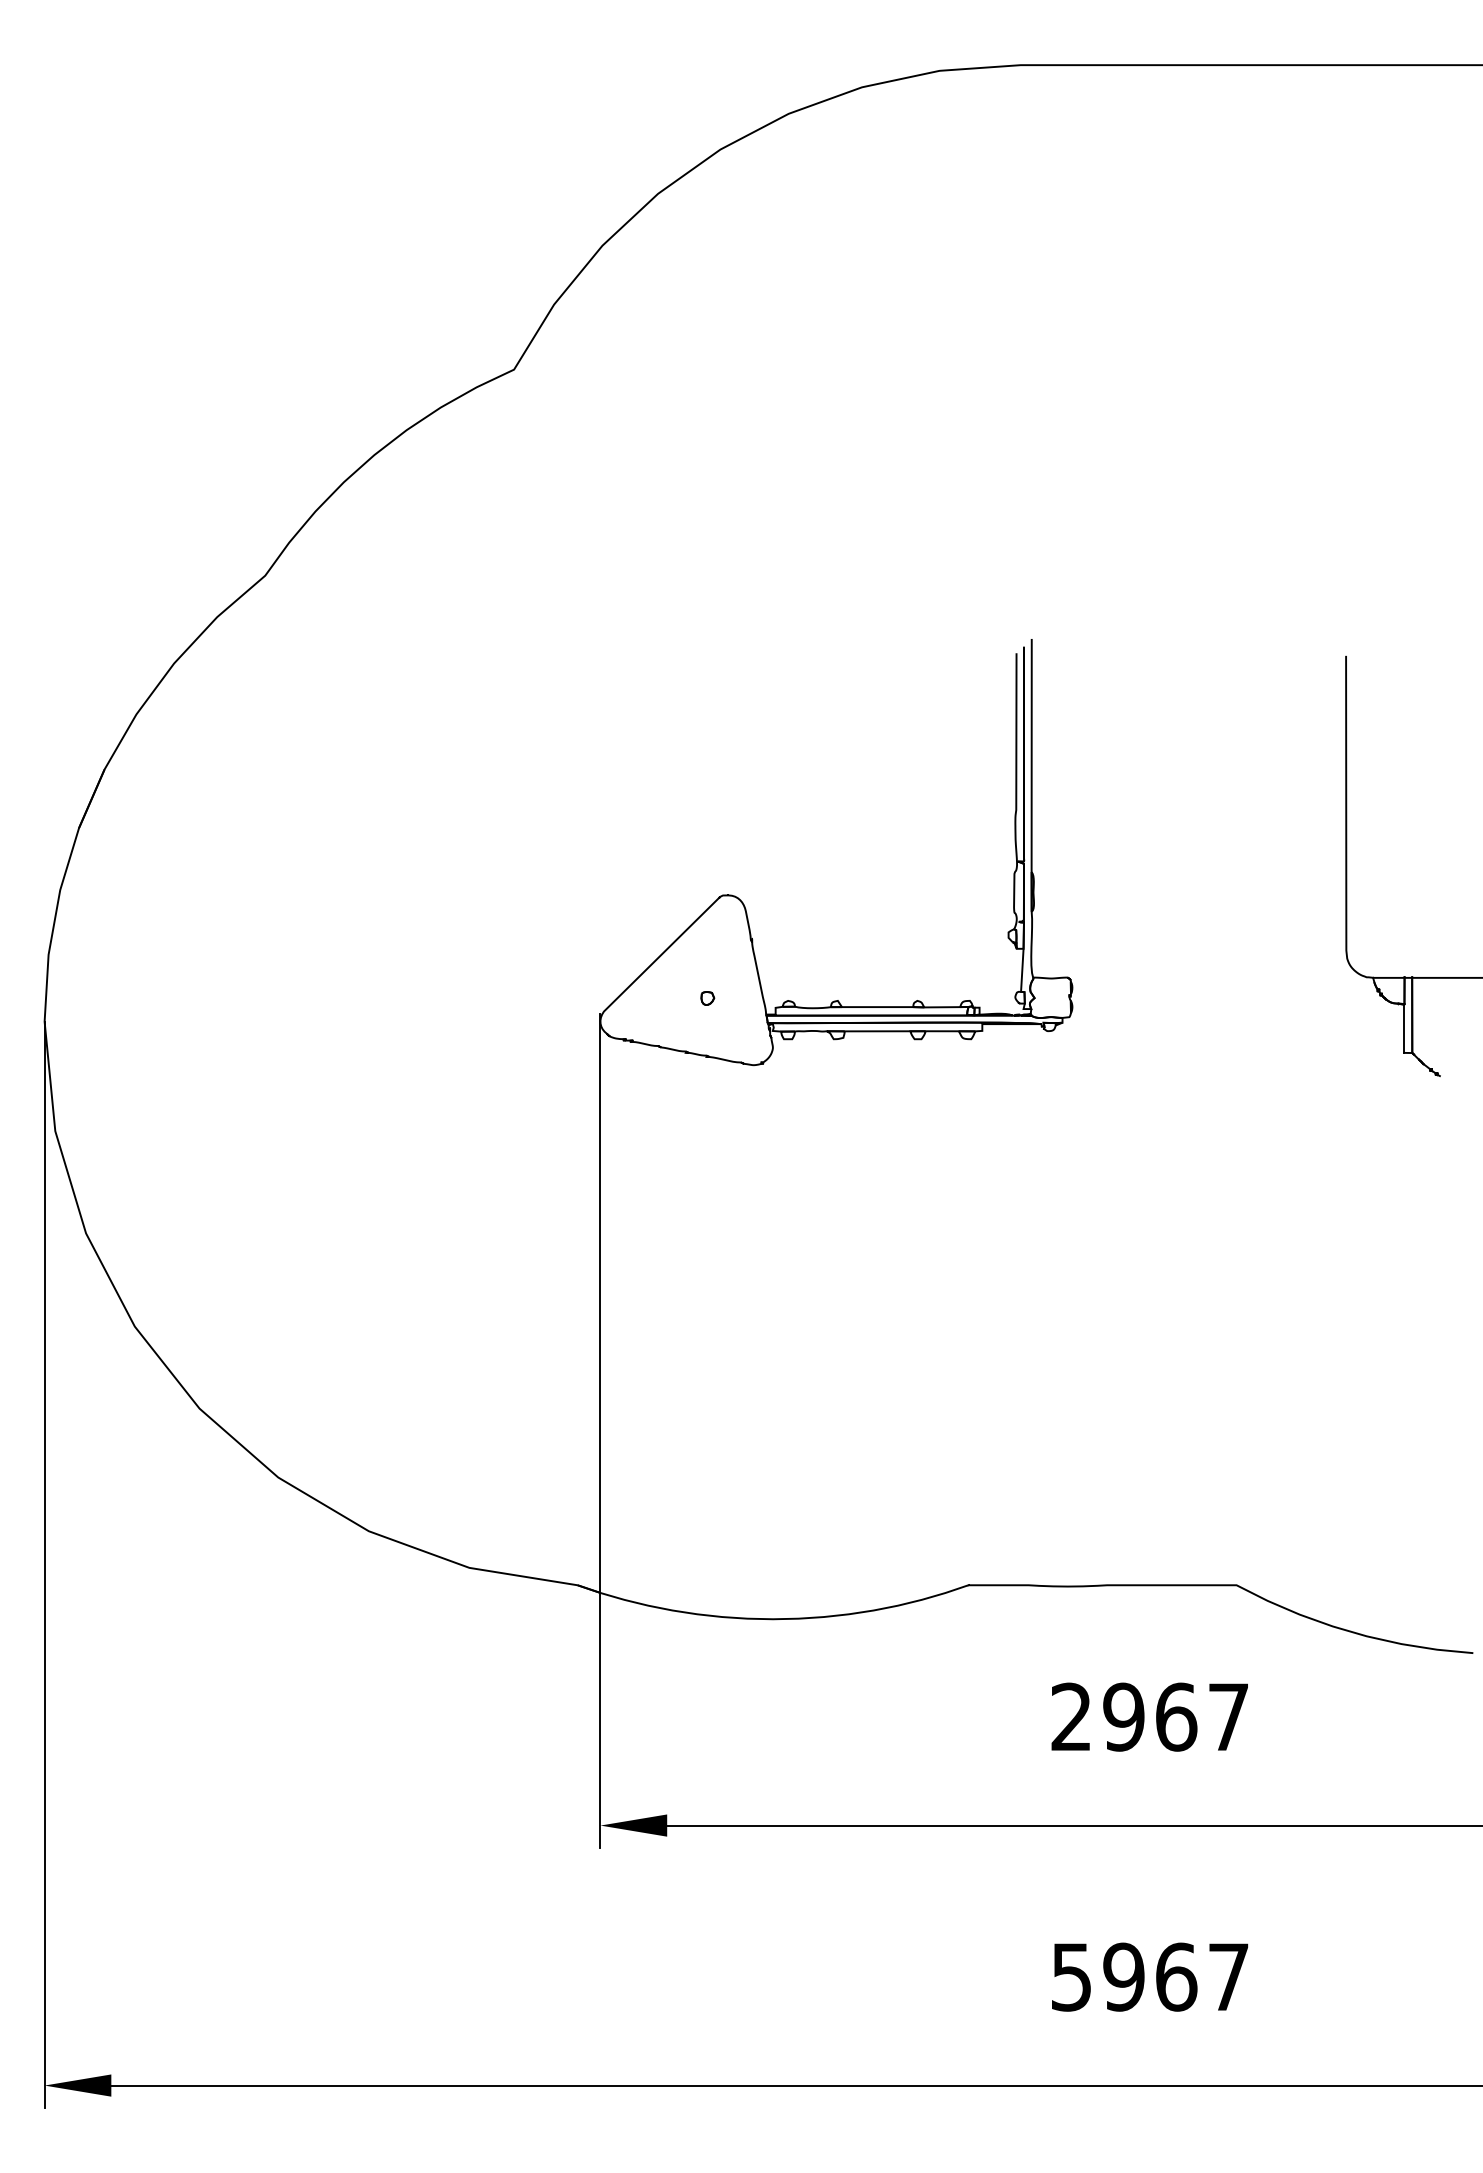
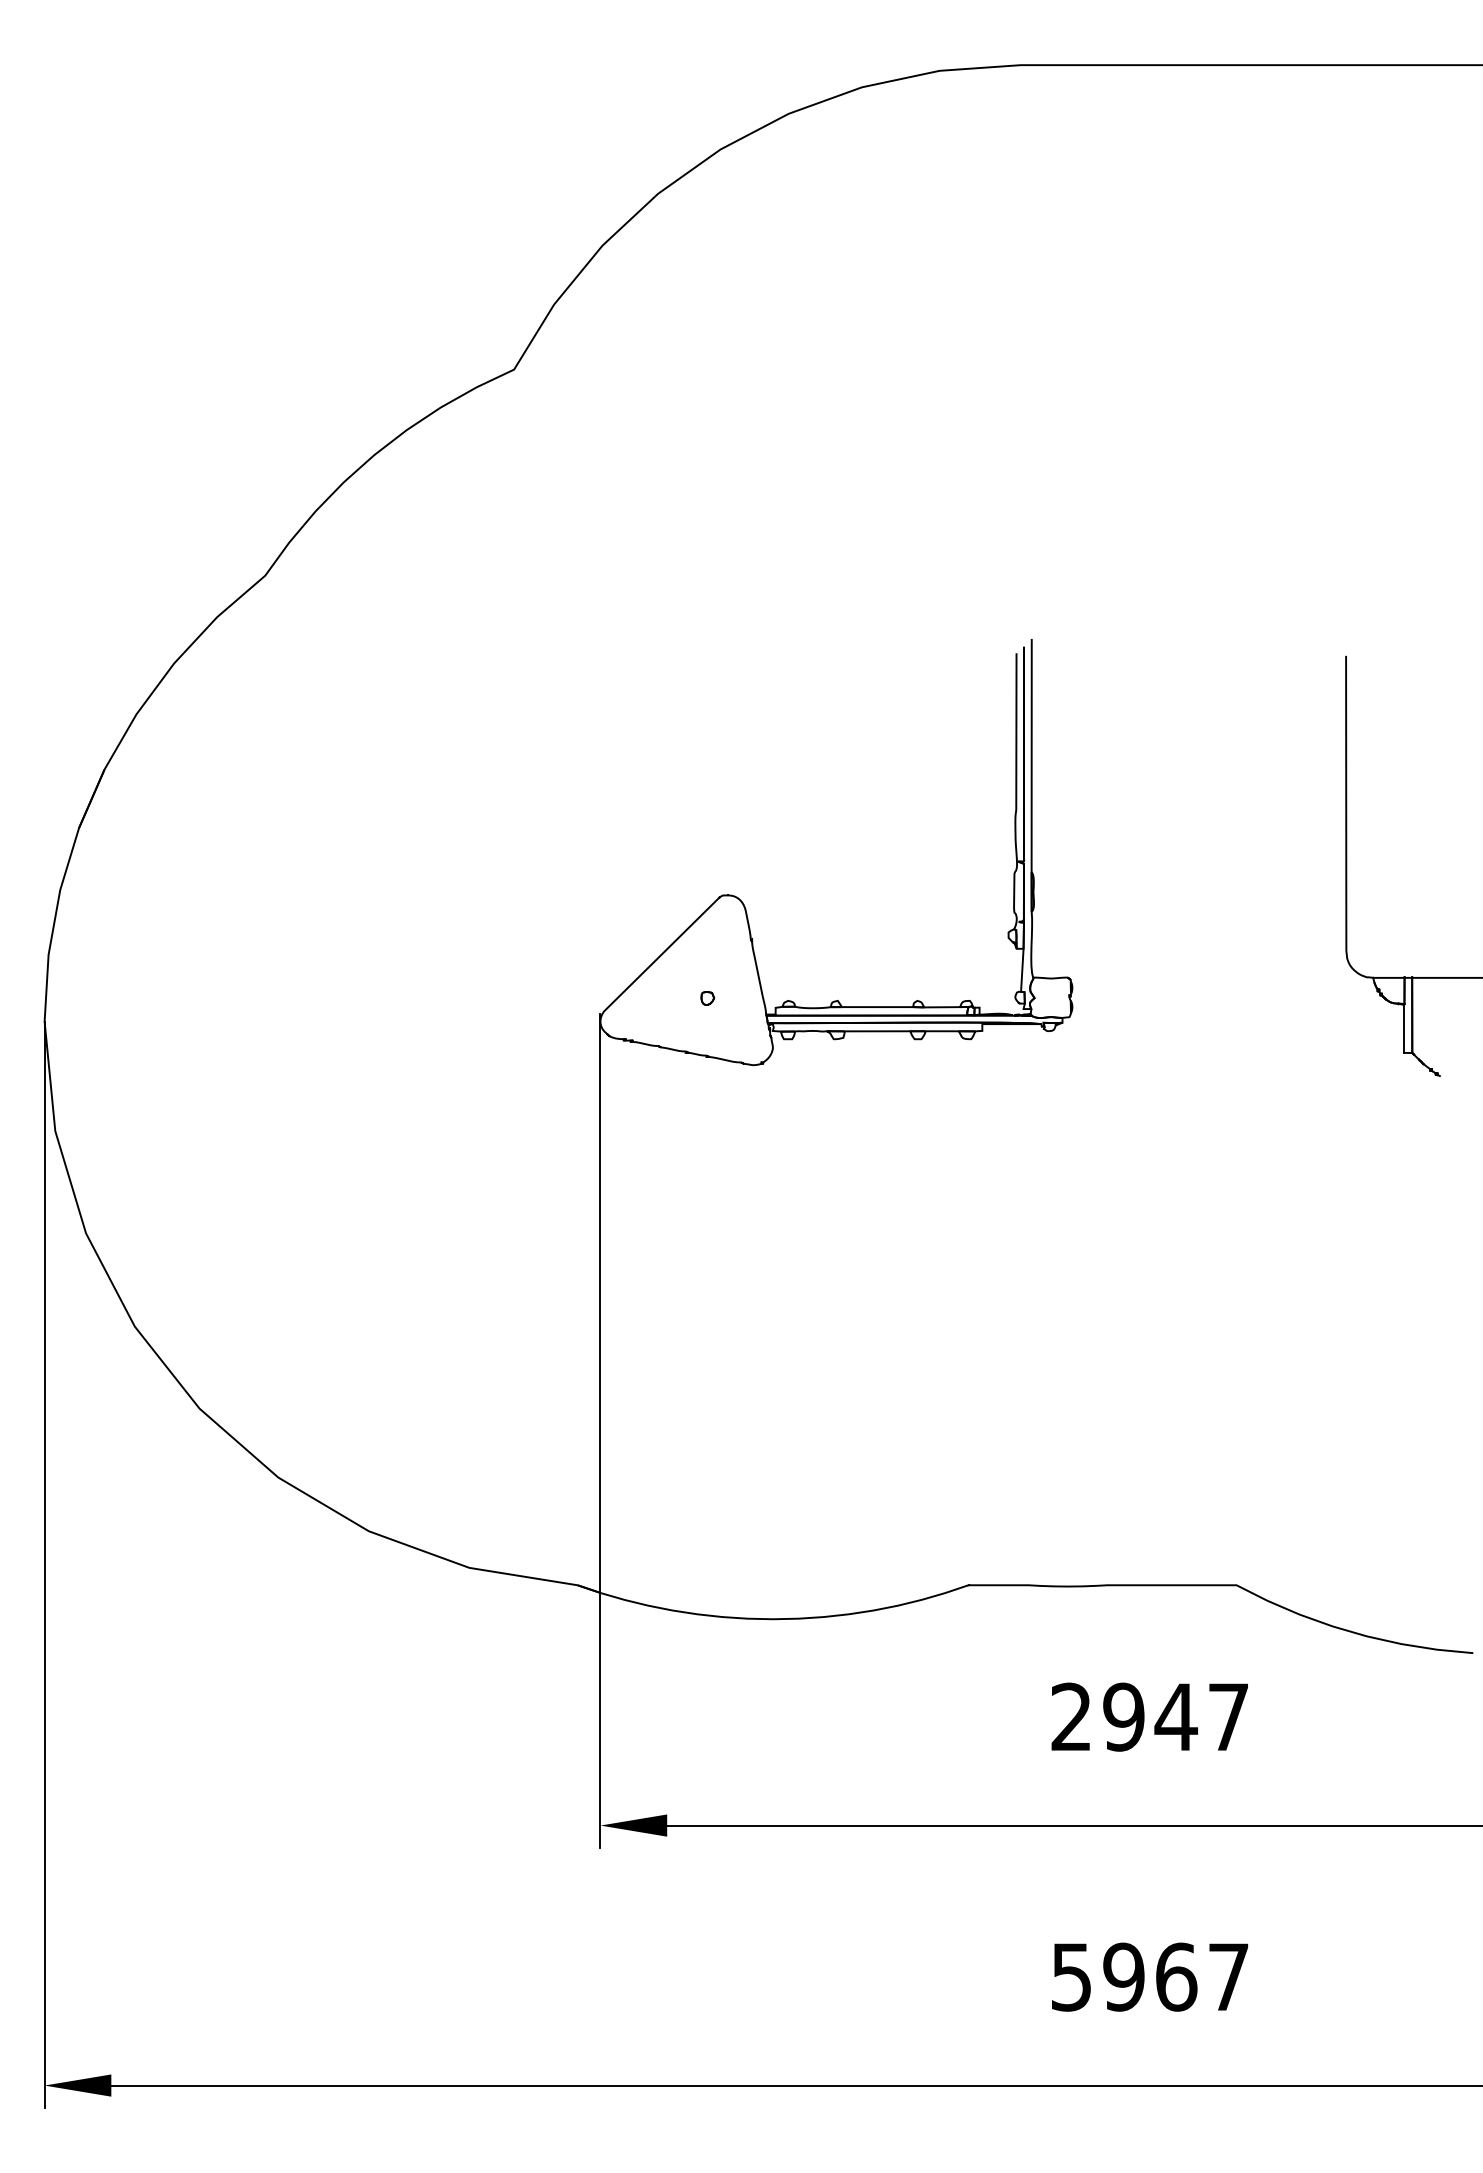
text at (1176, 1716): 2967 -> 2947
